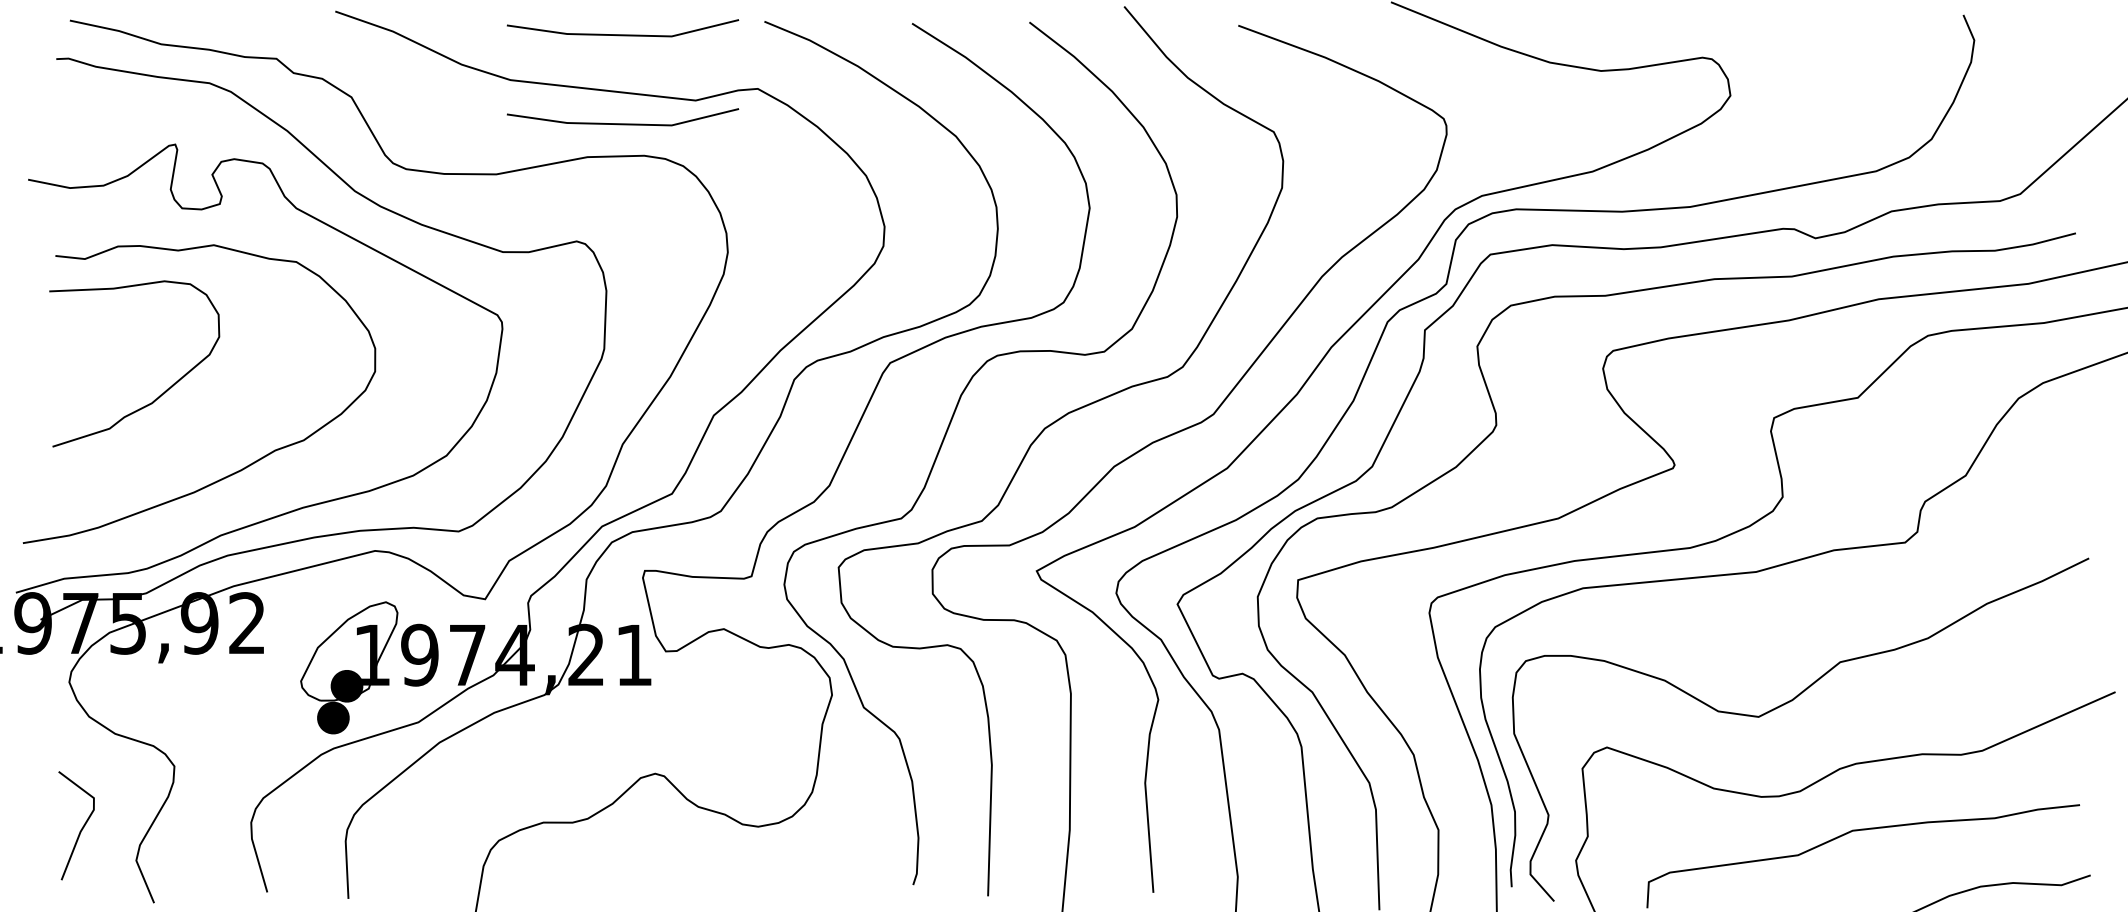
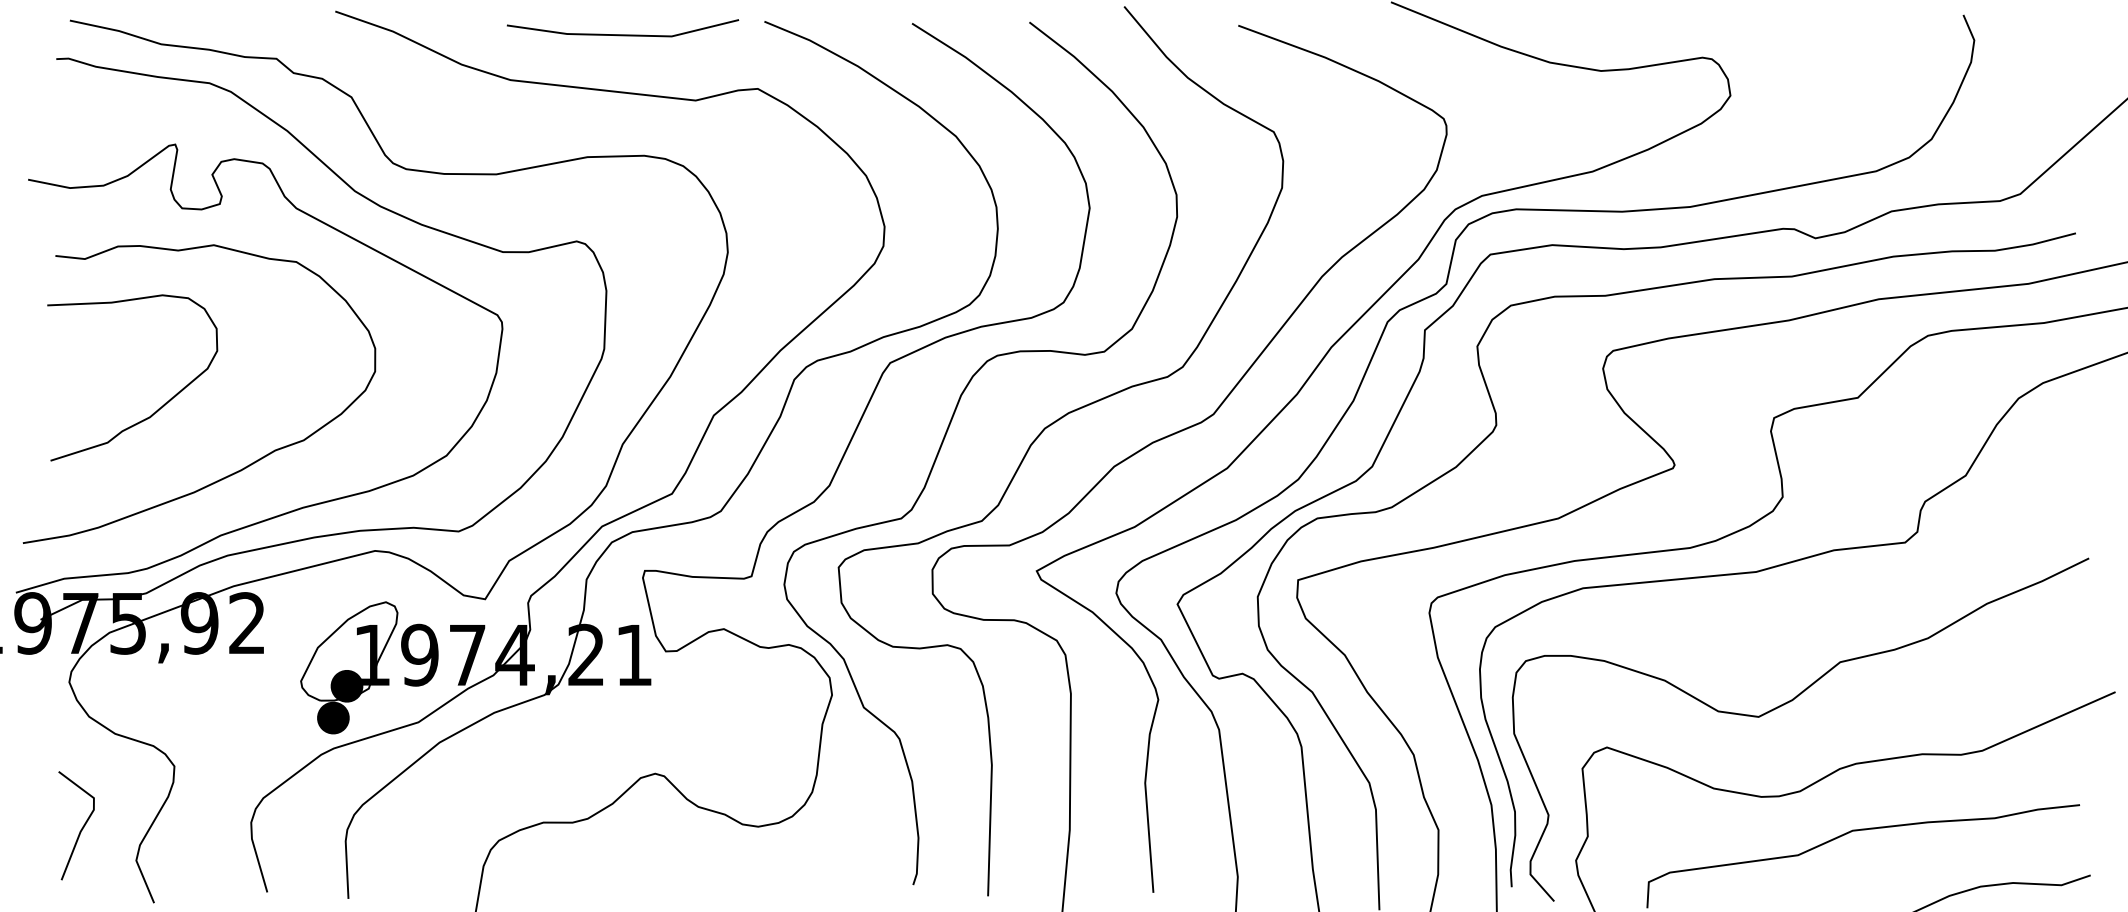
line at (623, 123): present -> none
part at (160, 394) position: (160, 394) -> (158, 408)
